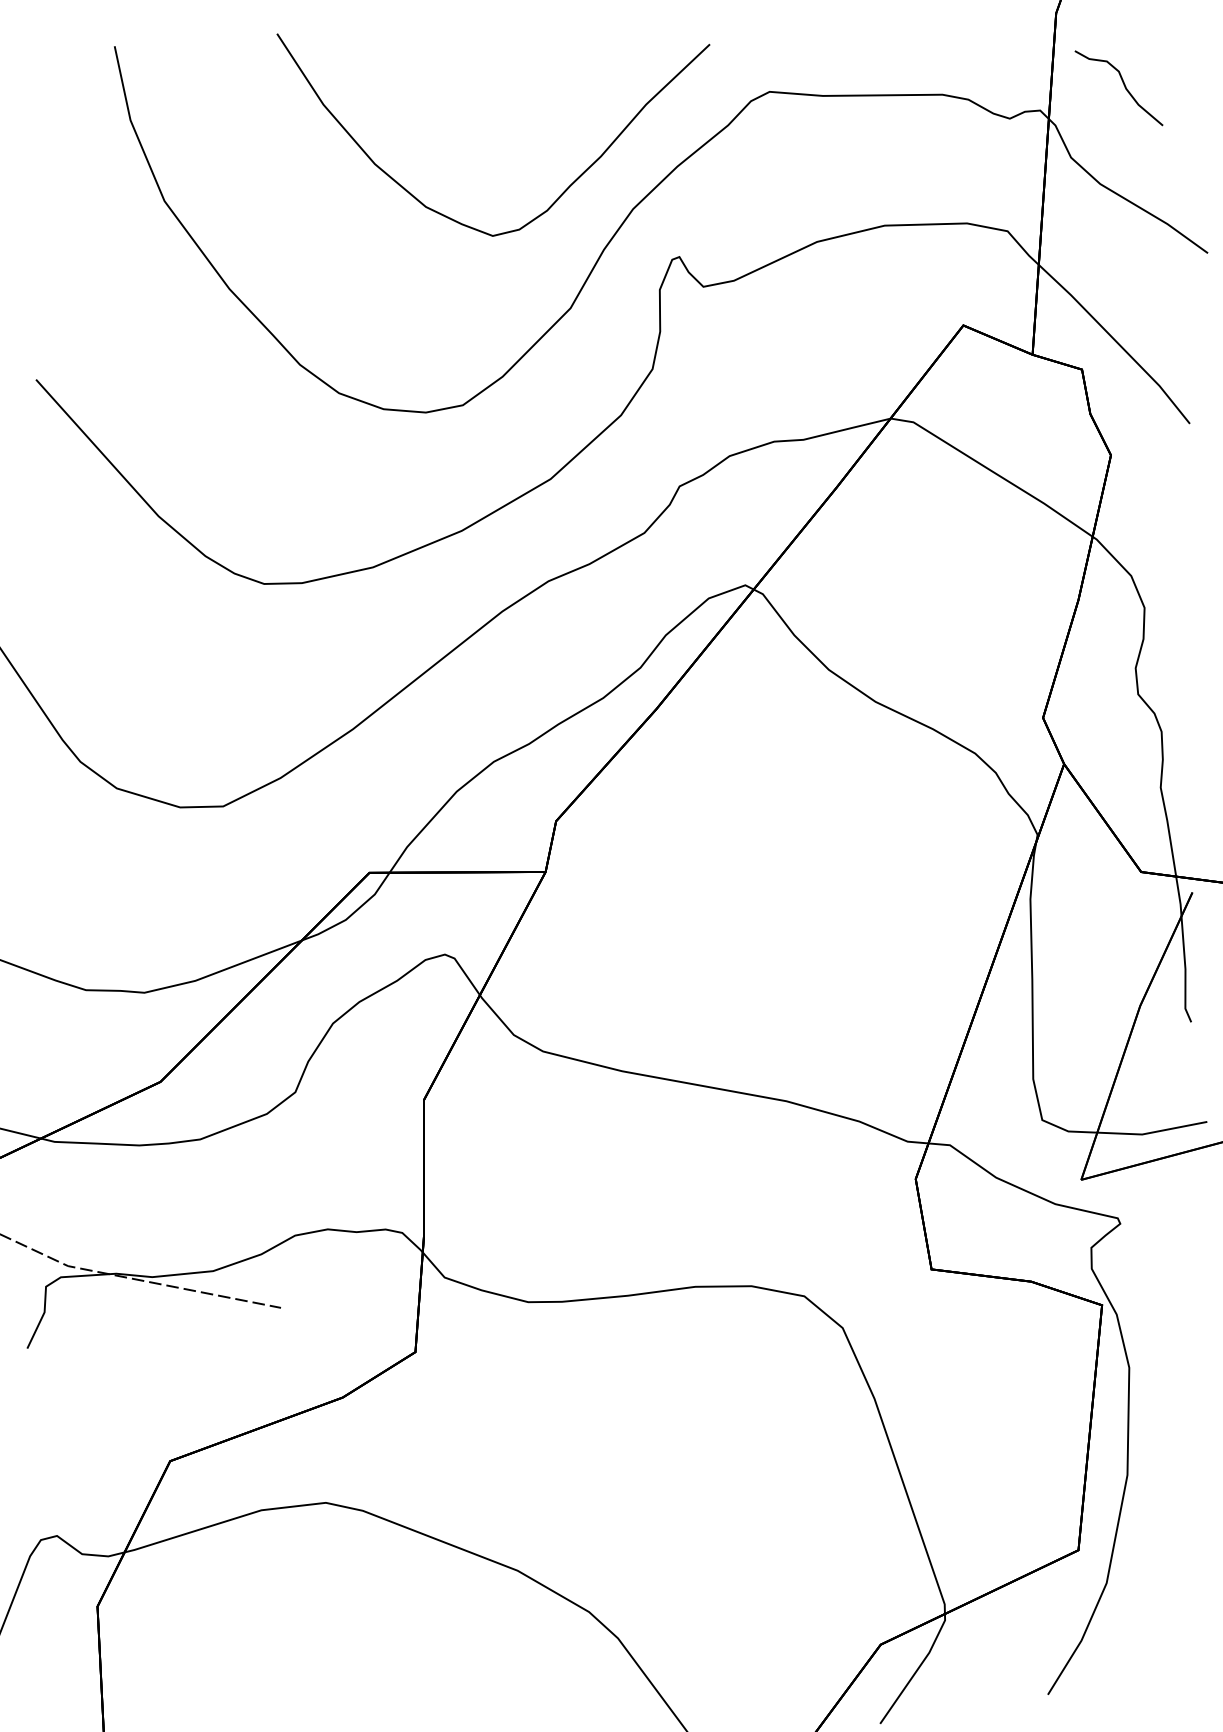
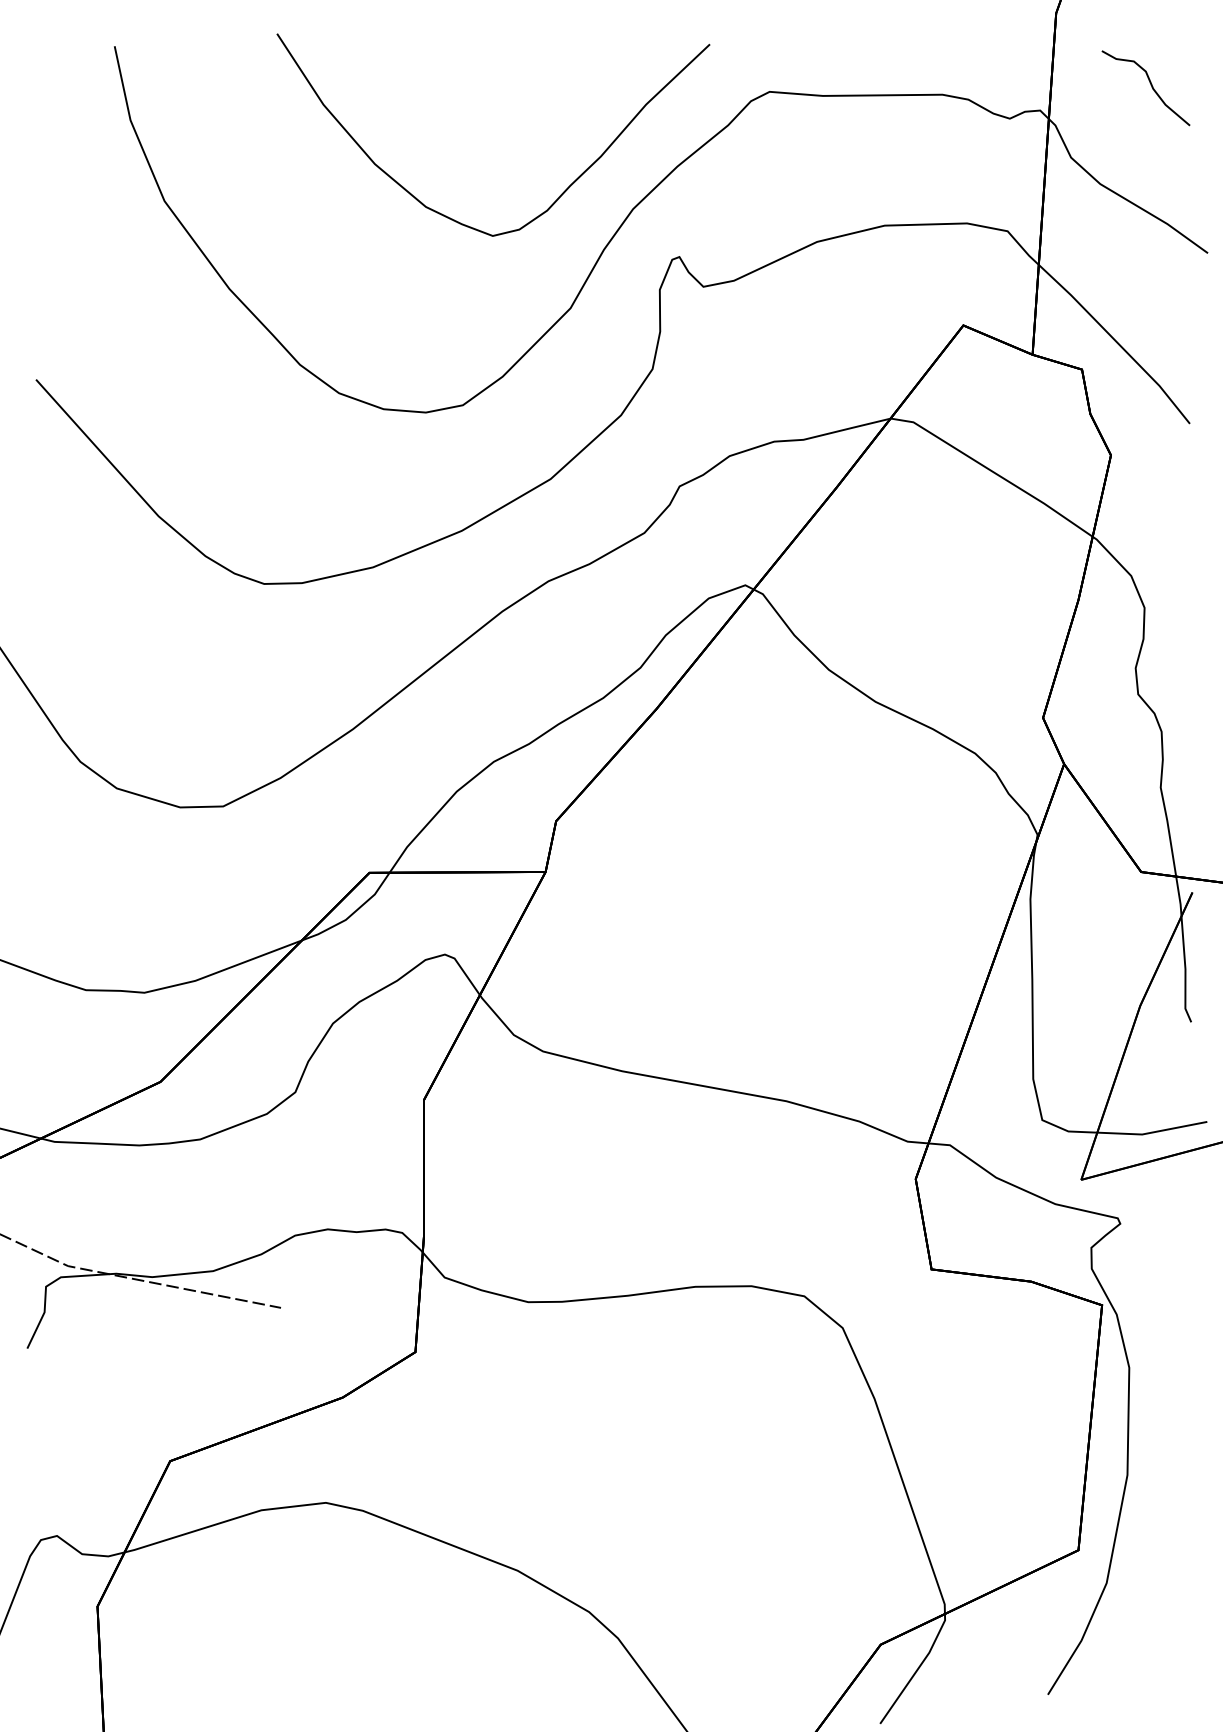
curve at (1123, 85) position: (1123, 85) -> (1150, 85)
